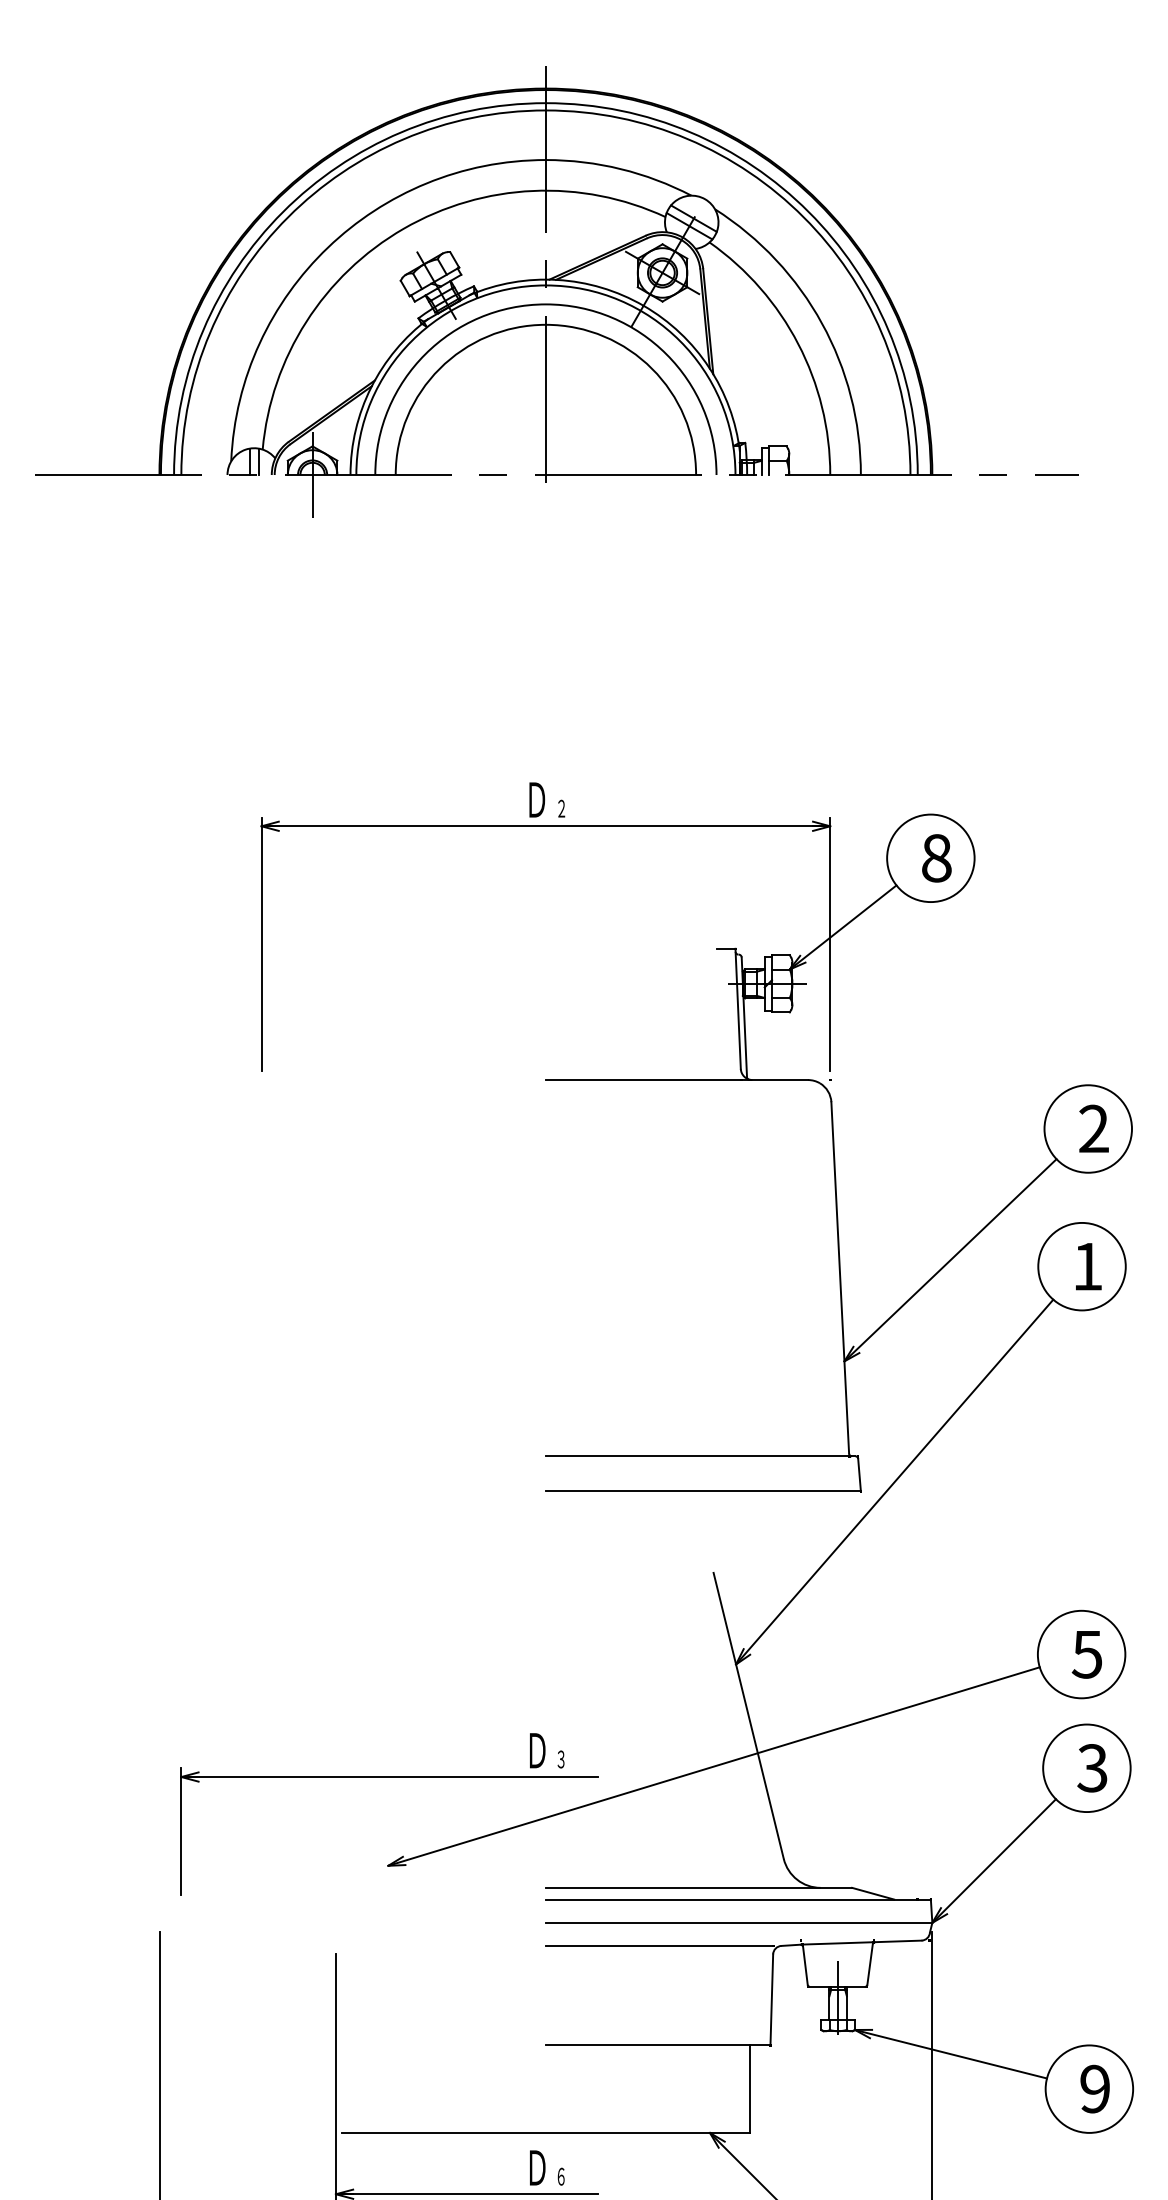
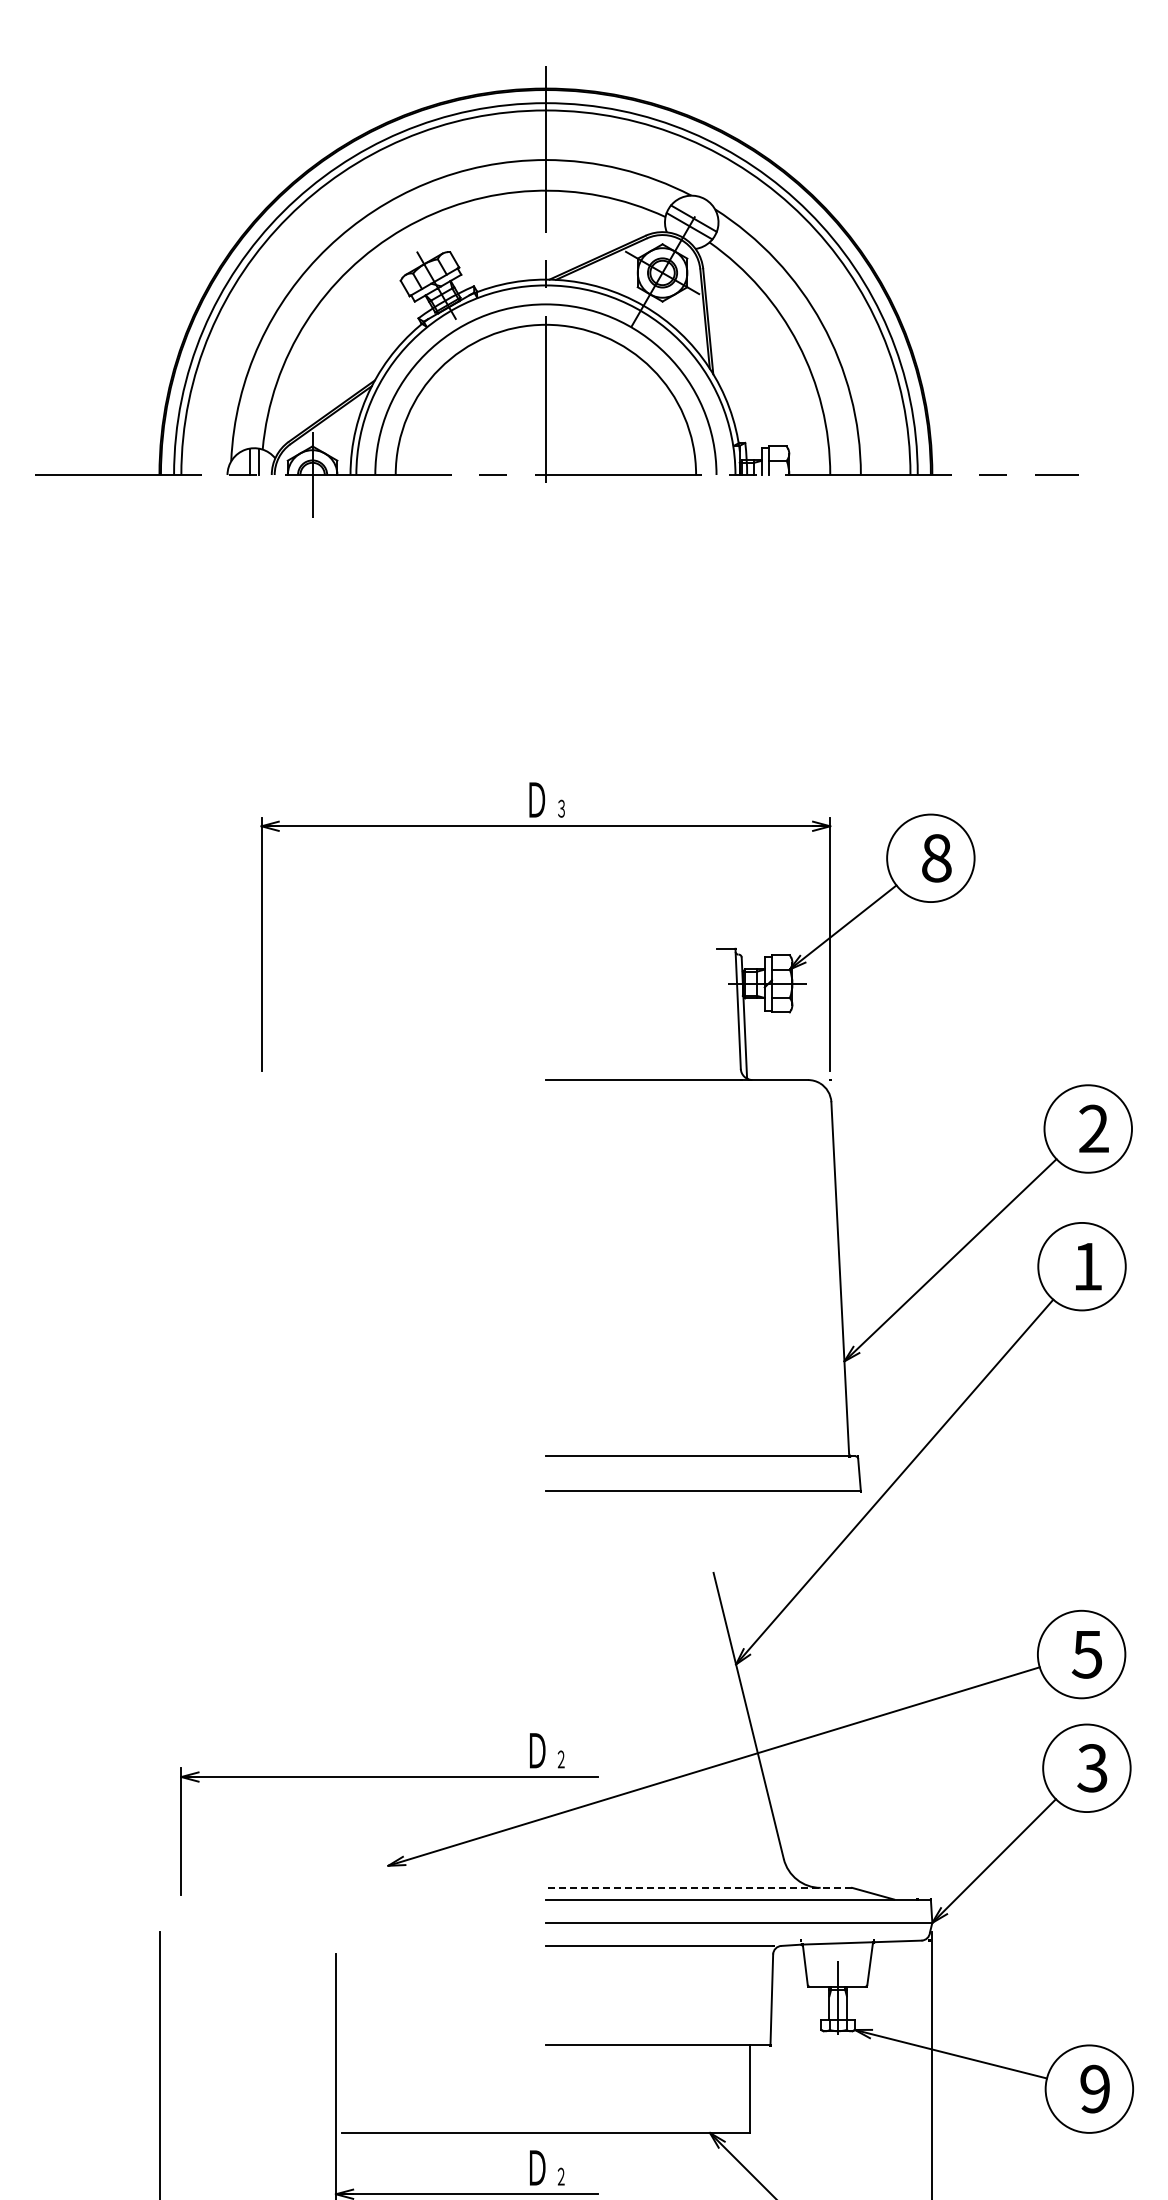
text at (561, 808): ２ -> ３
text at (560, 1759): ３ -> ２
line at (698, 1887): solid -> dashed
text at (560, 2176): ６ -> ２
